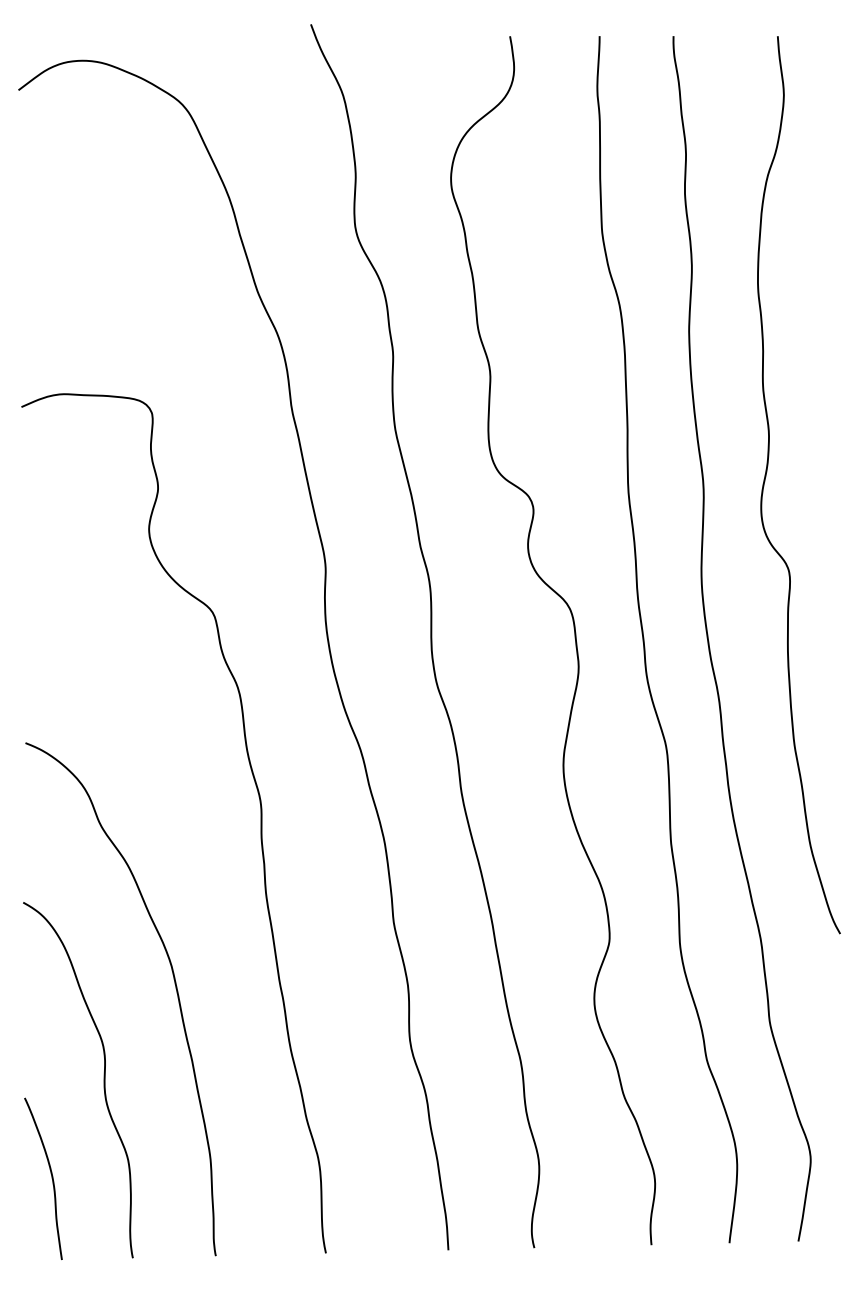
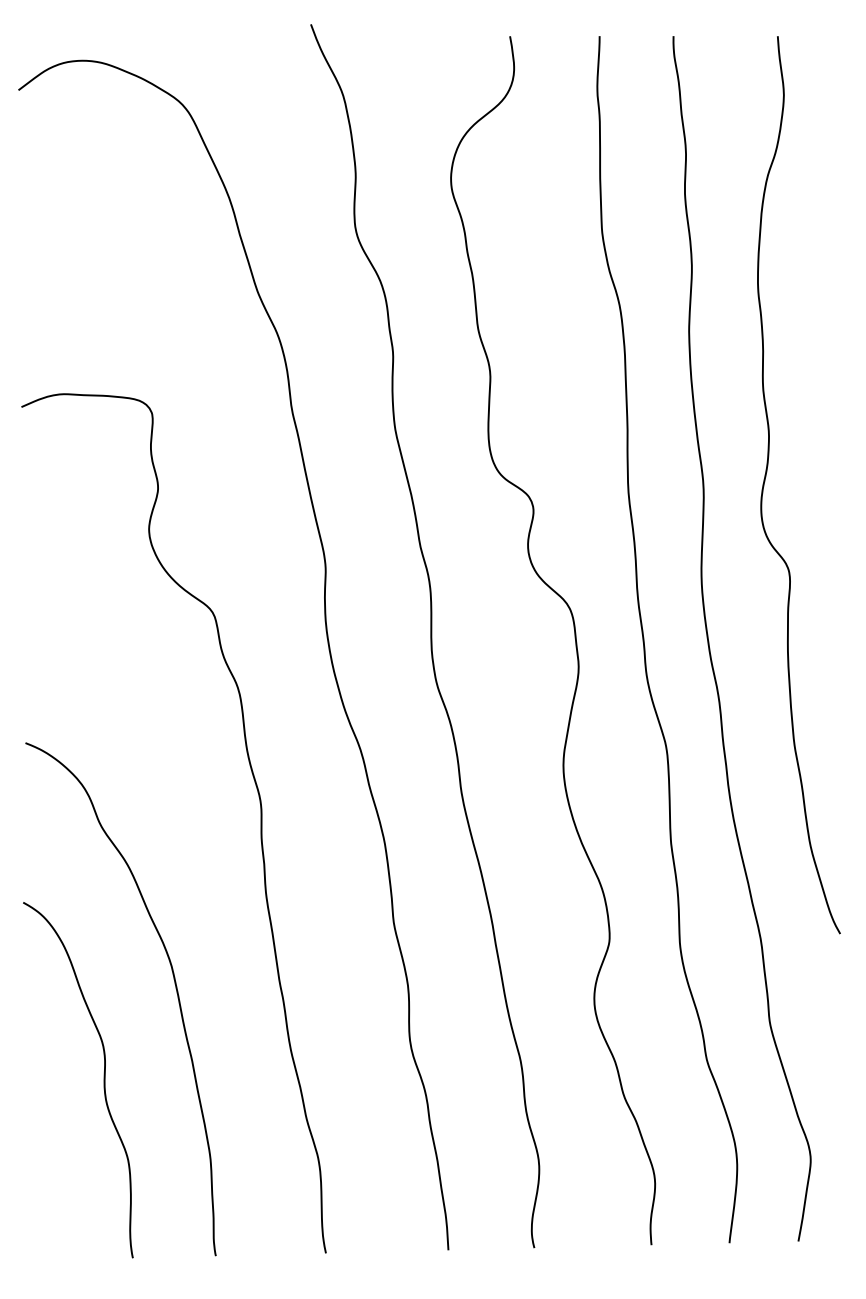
curve at (51, 1178): present -> none
